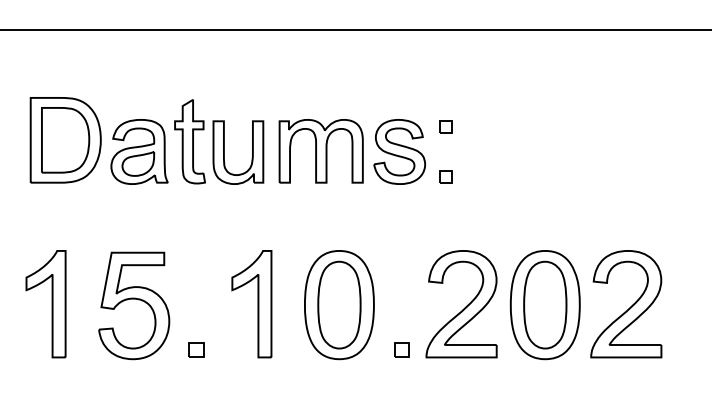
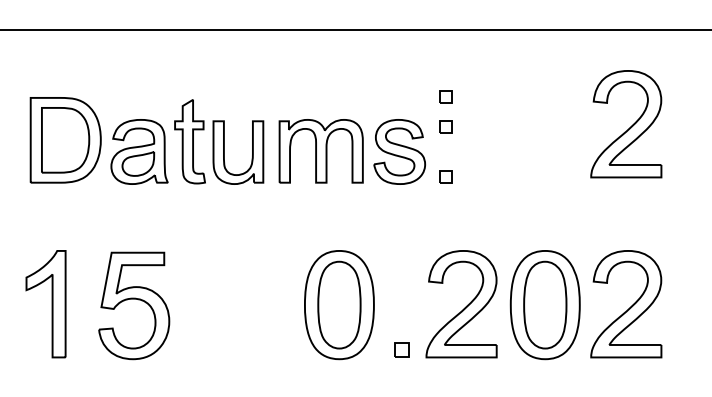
part at (445, 96): none -> present
part at (626, 124): none -> present
part at (251, 304): present -> none
part at (196, 349): present -> none
